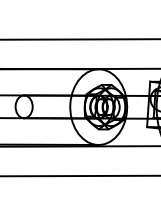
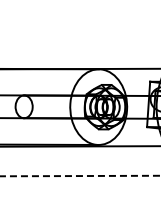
line at (79, 39): present -> none
line at (80, 176): solid -> dashed
